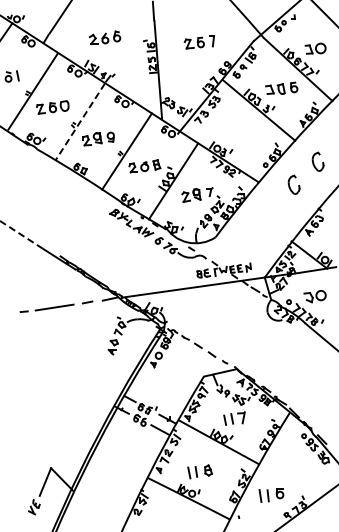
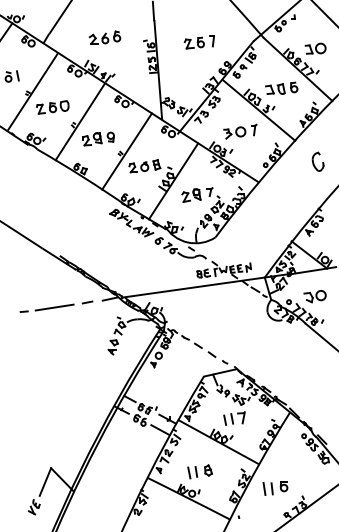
line at (80, 122): dashed -> solid
part at (240, 131): none -> present
part at (293, 184): present -> none
arc at (21, 234): dashed -> solid
part at (271, 495) position: (271, 495) -> (275, 488)
